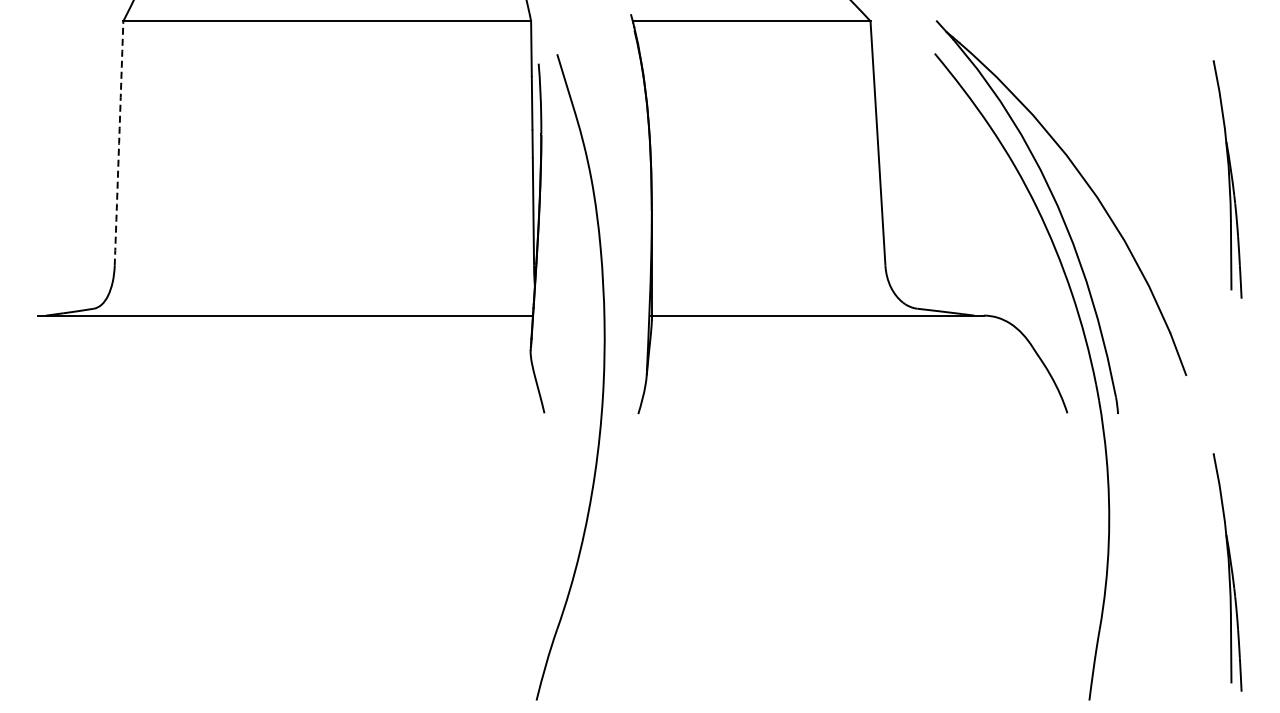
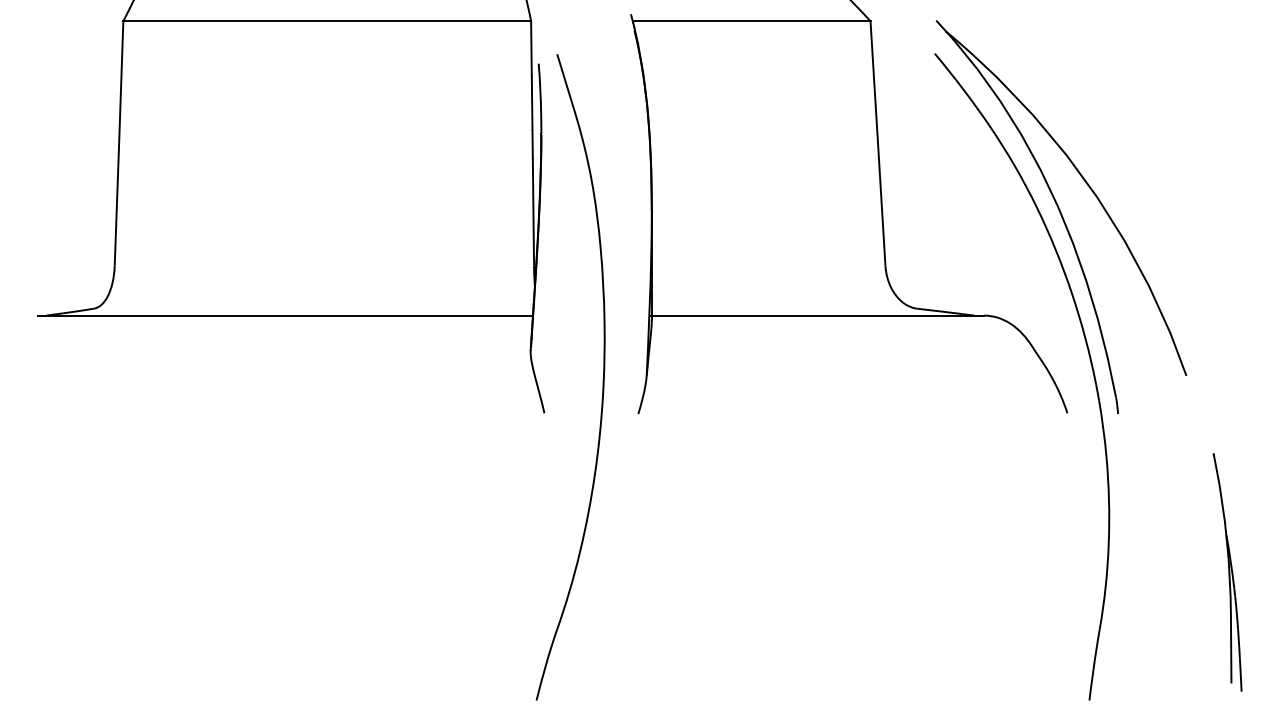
arc at (119, 143): dashed -> solid
part at (1227, 179): present -> none
